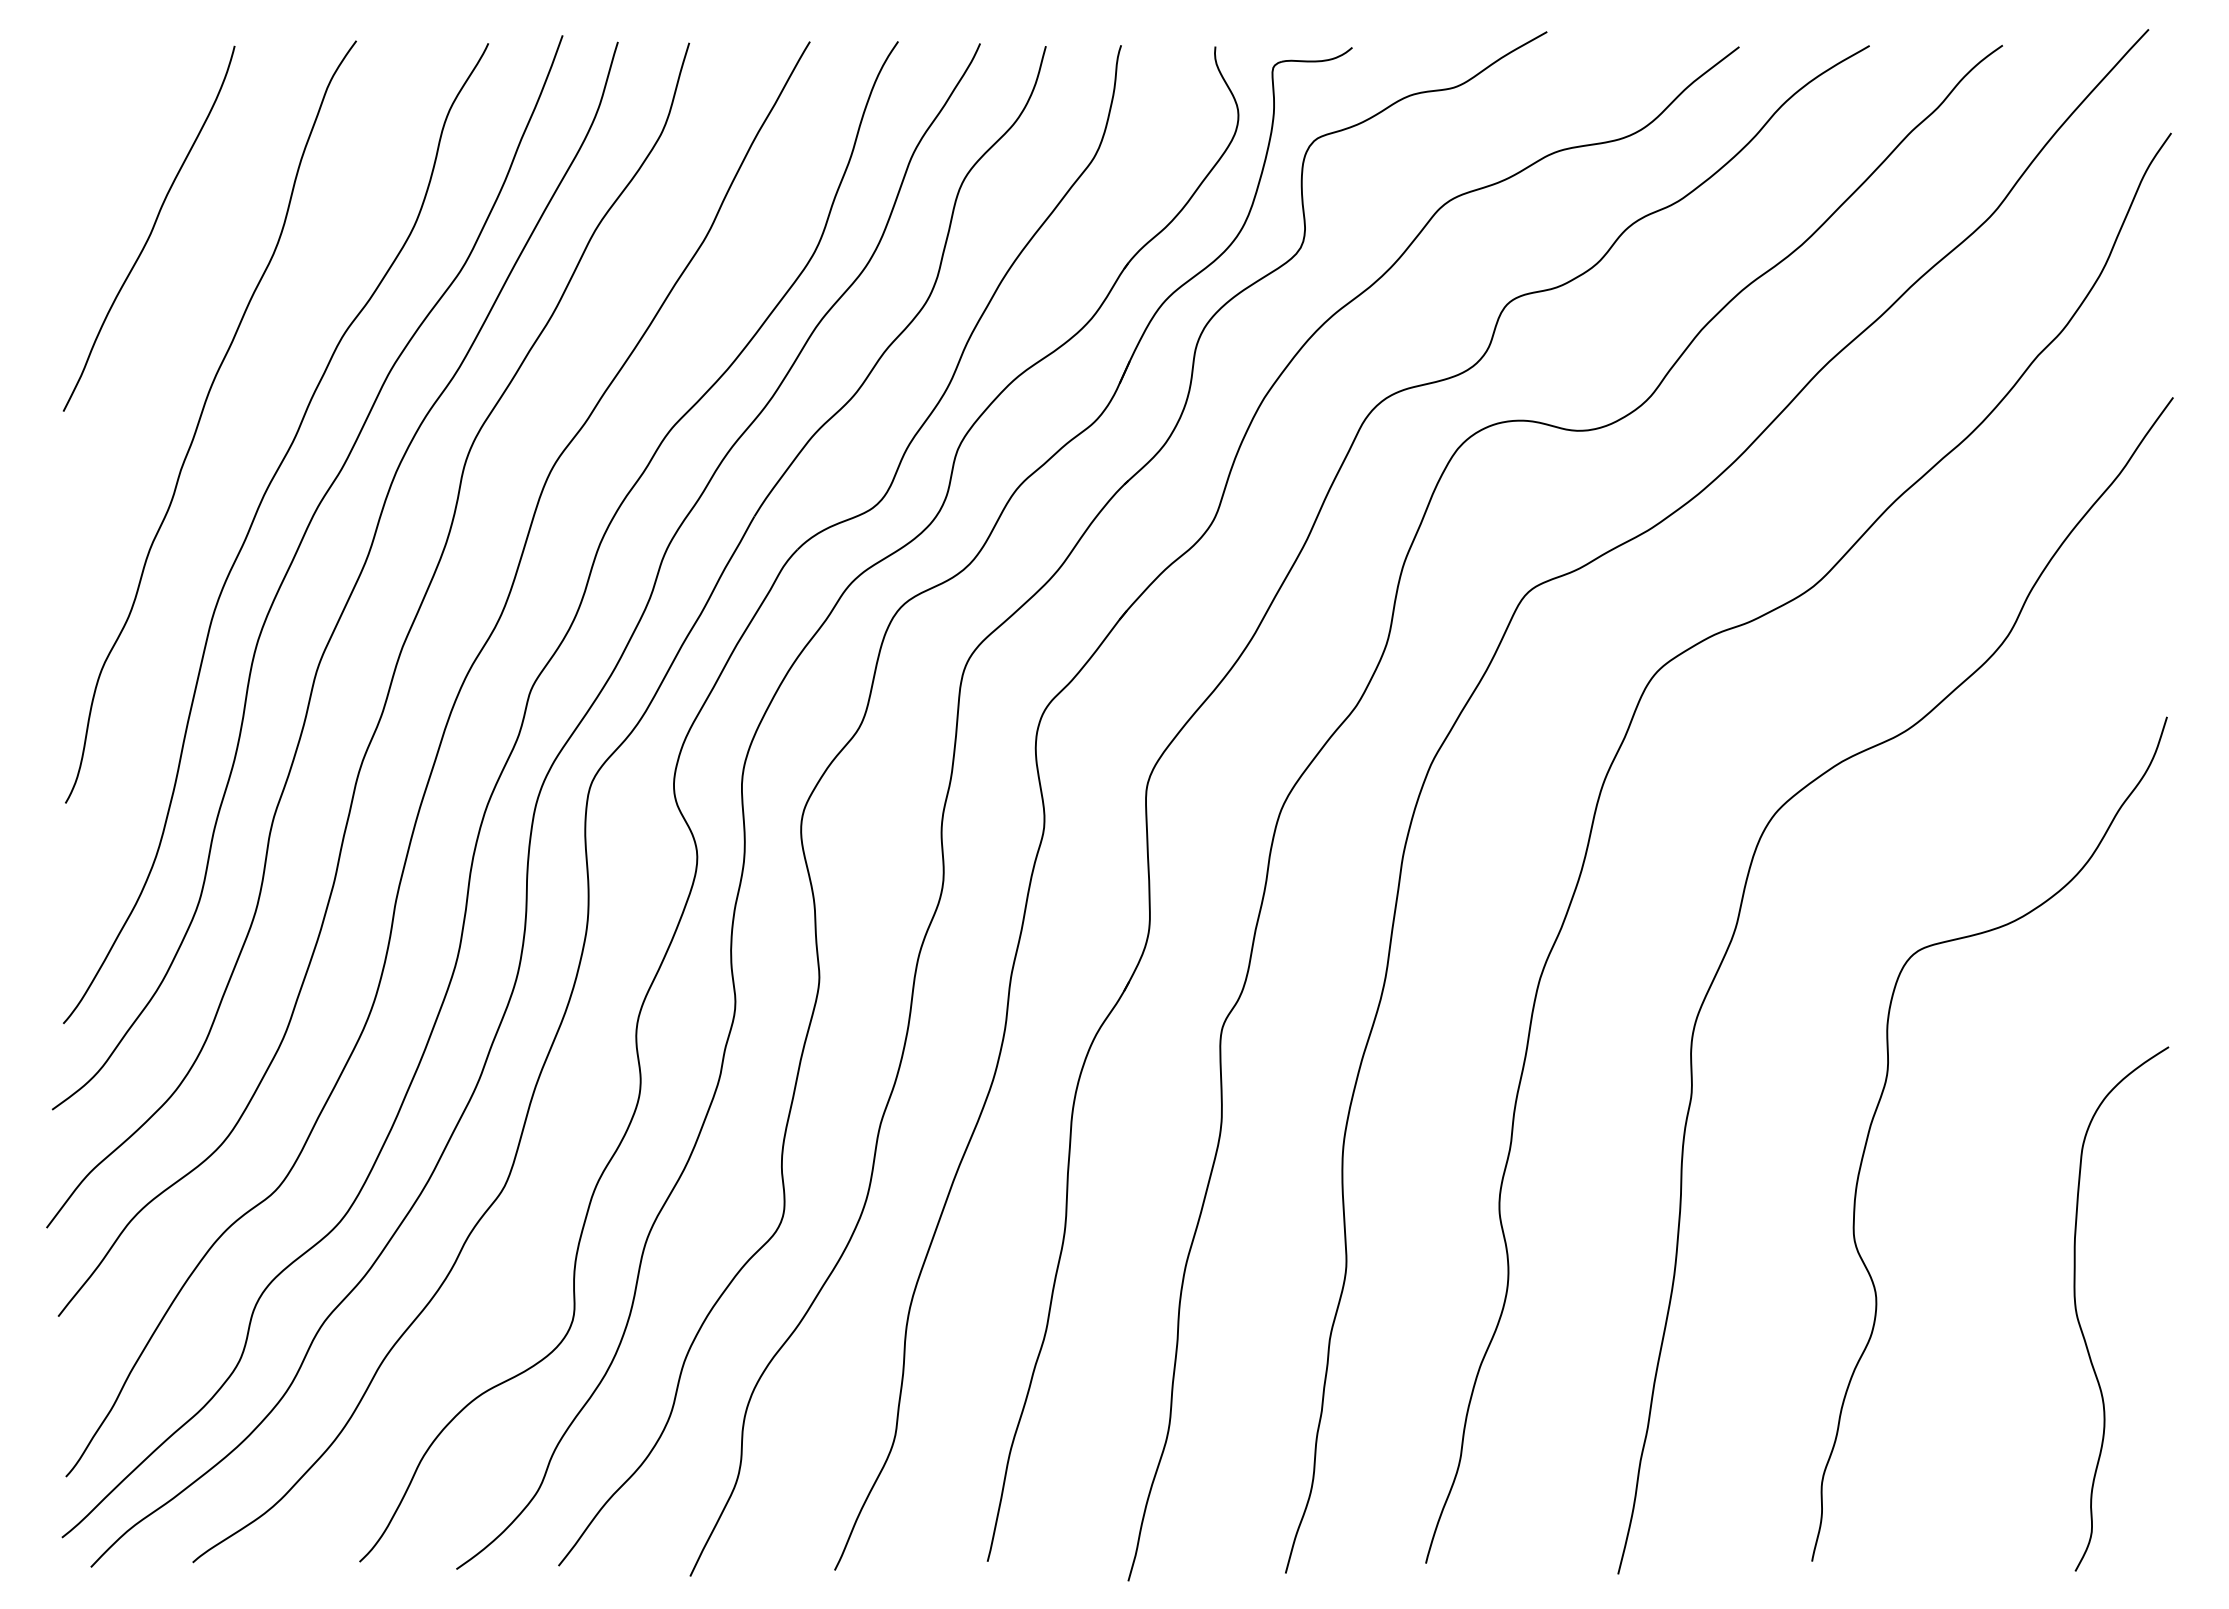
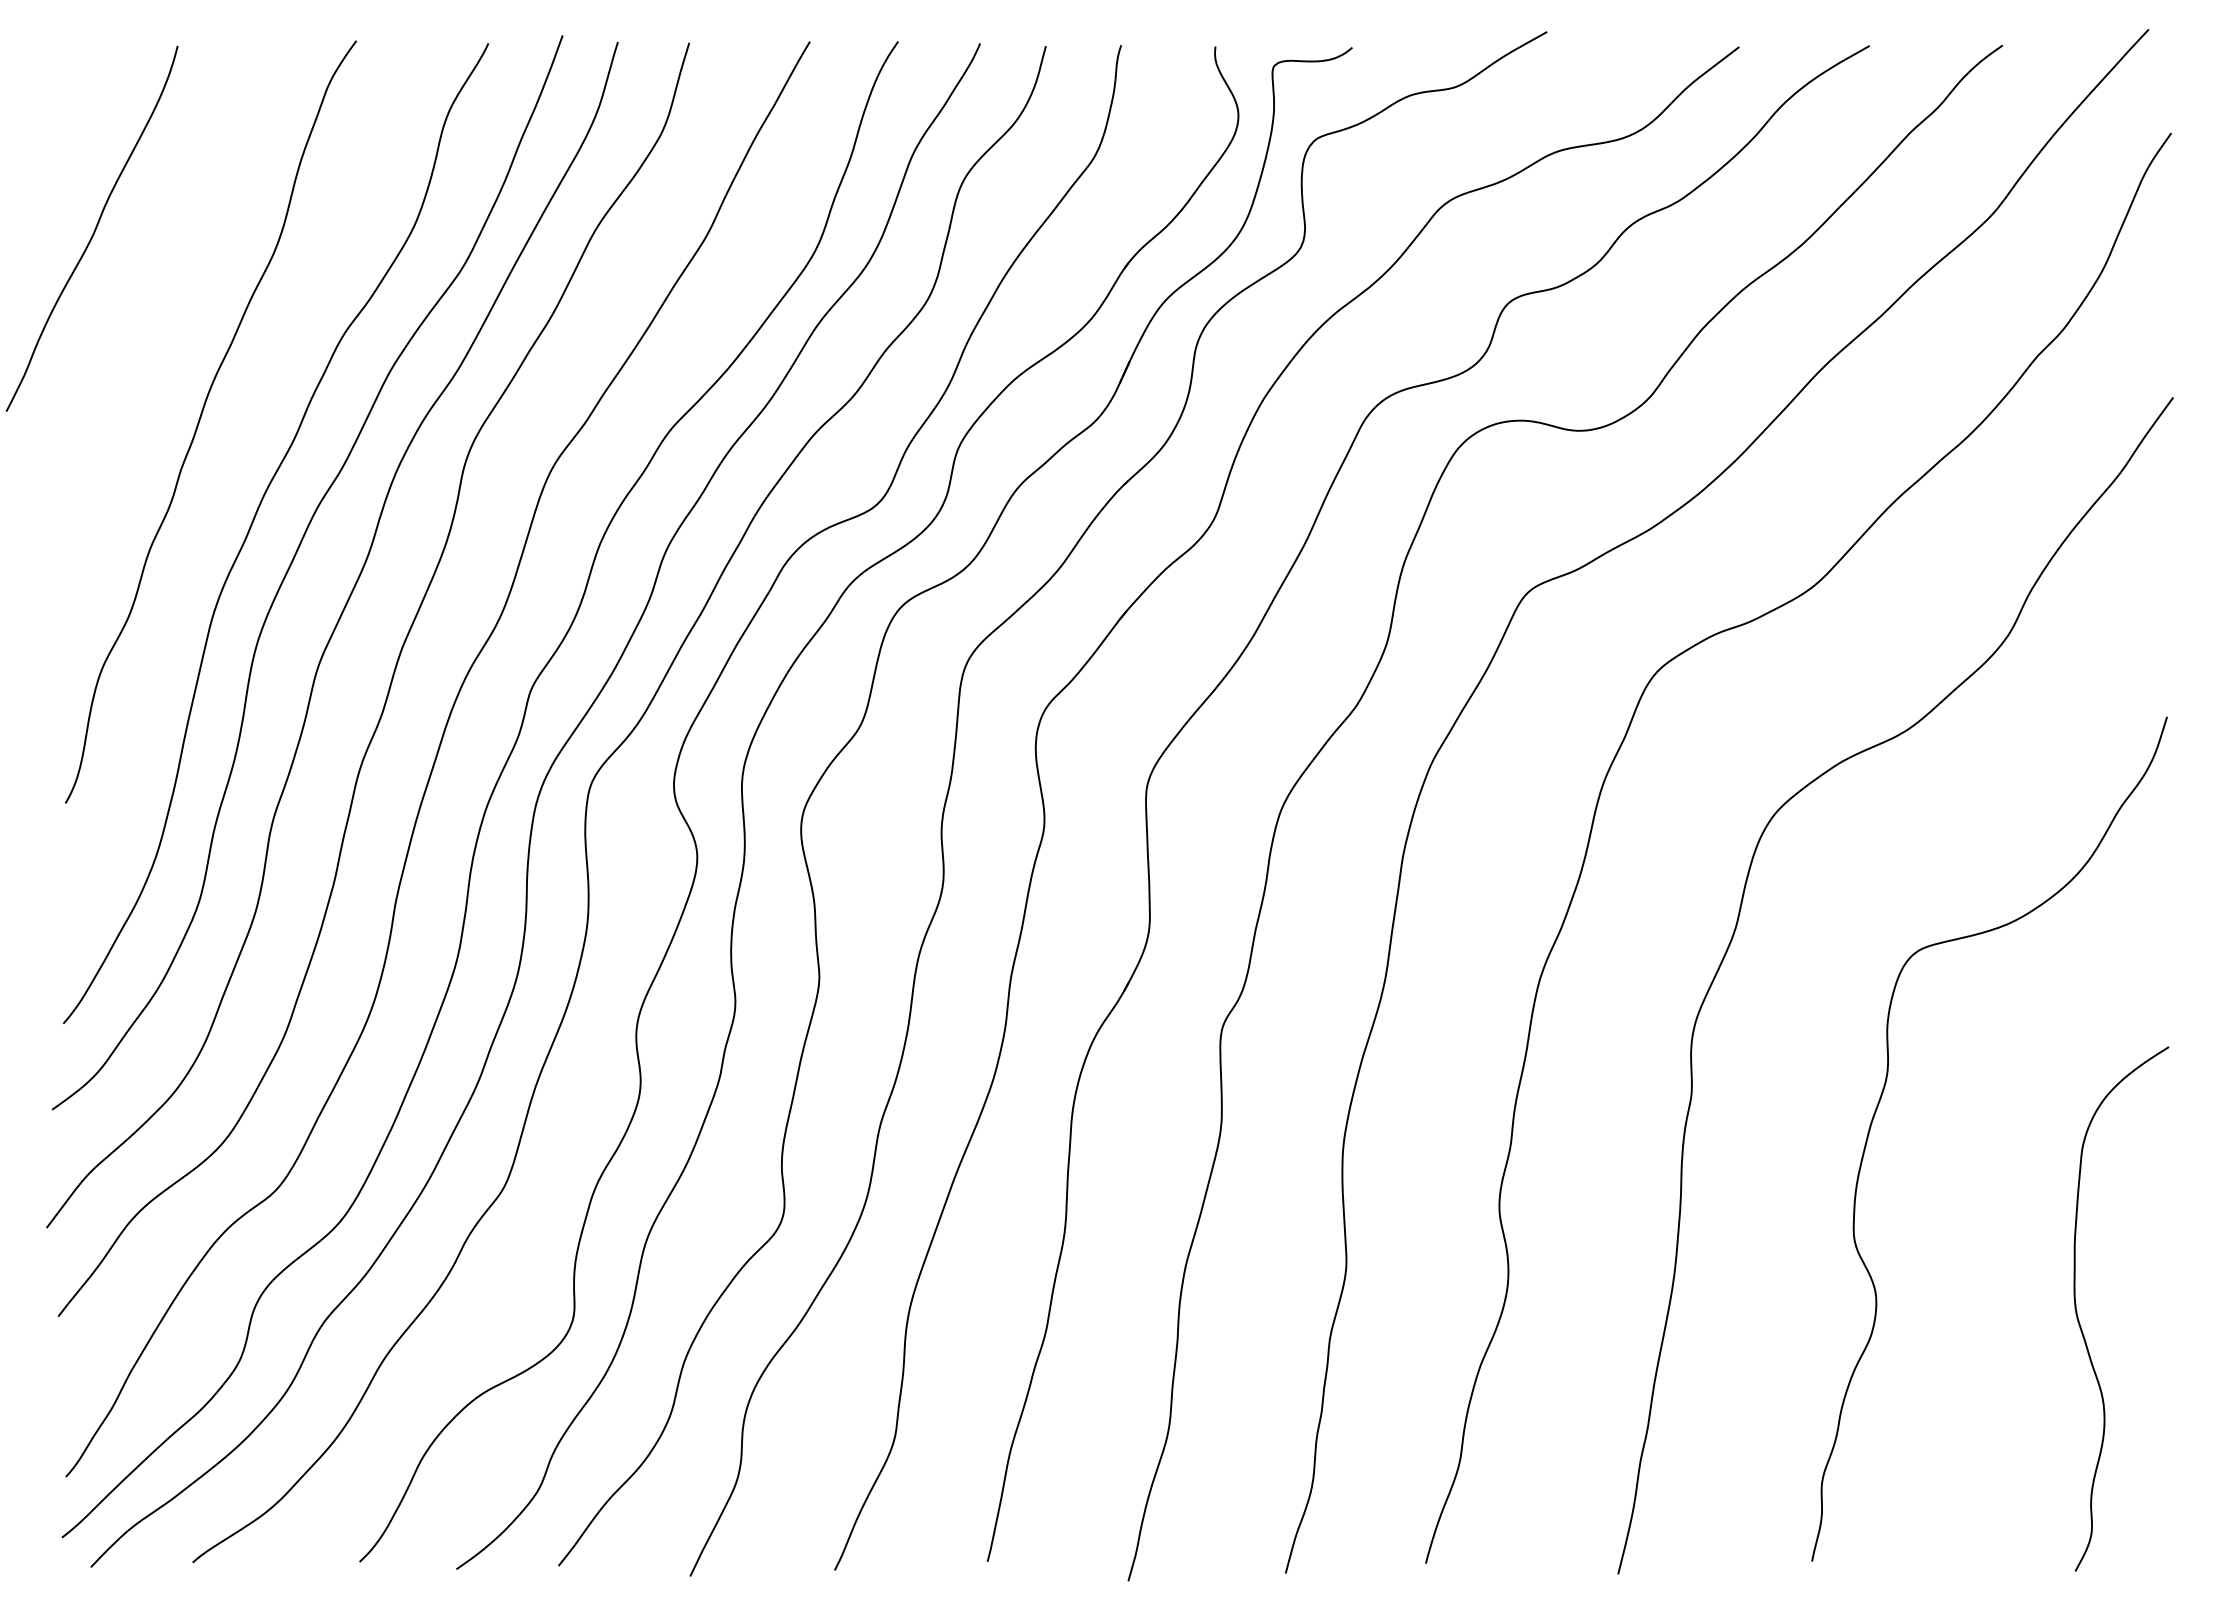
curve at (151, 229) position: (151, 229) -> (94, 229)
